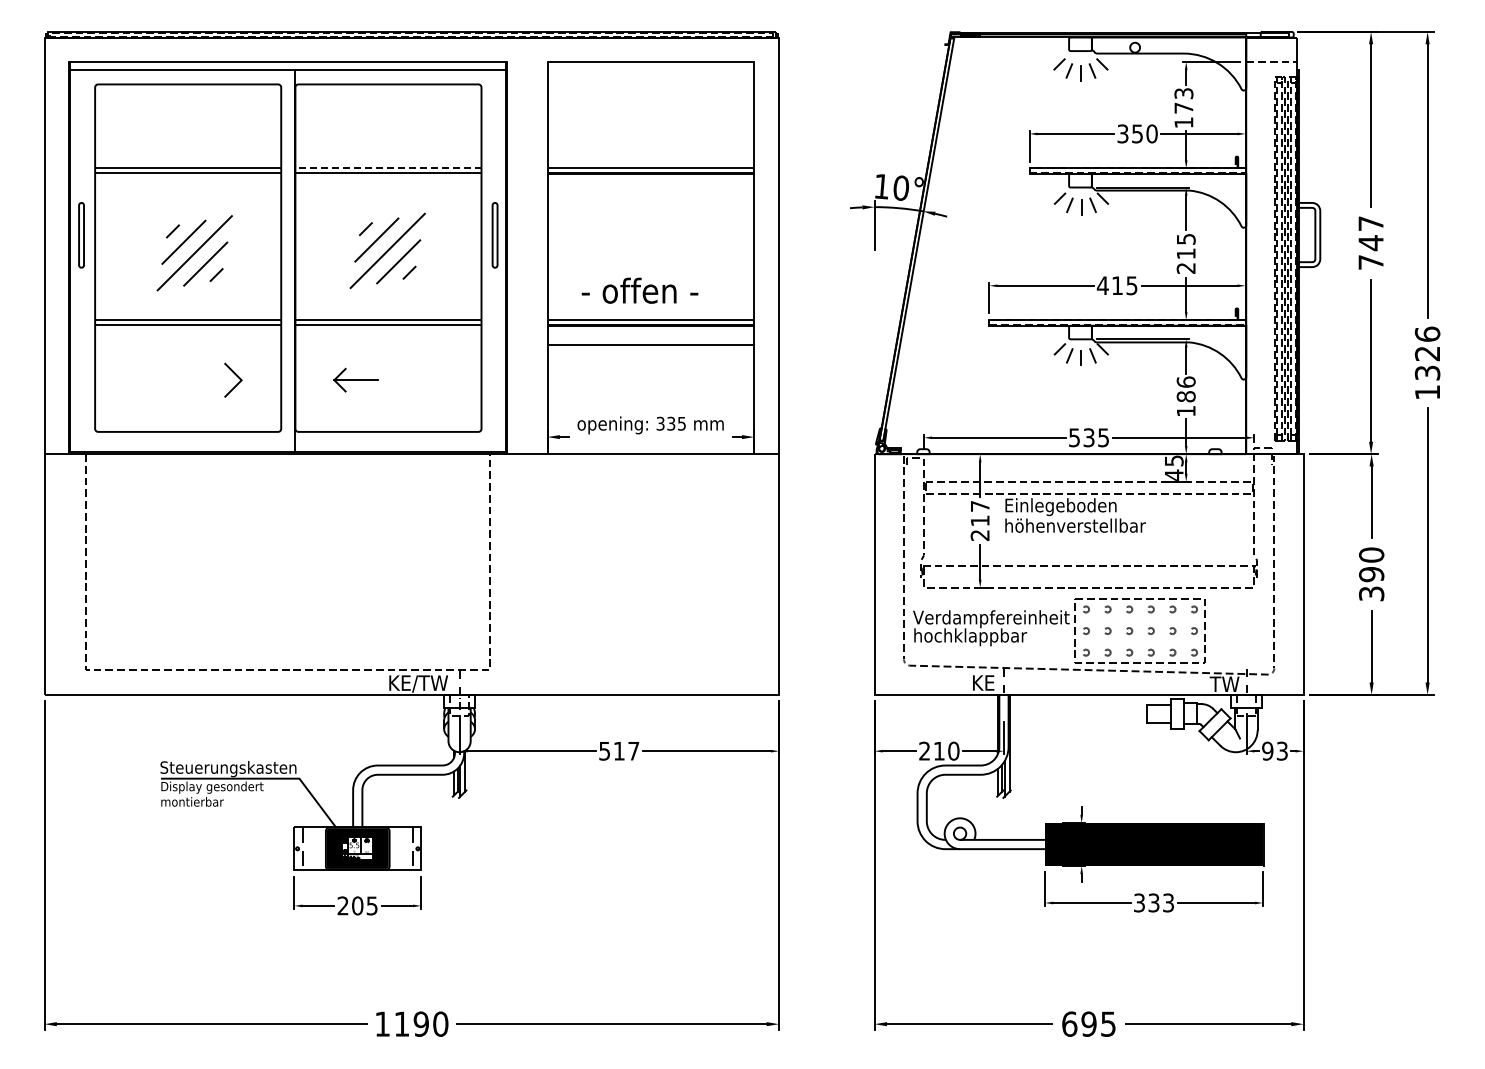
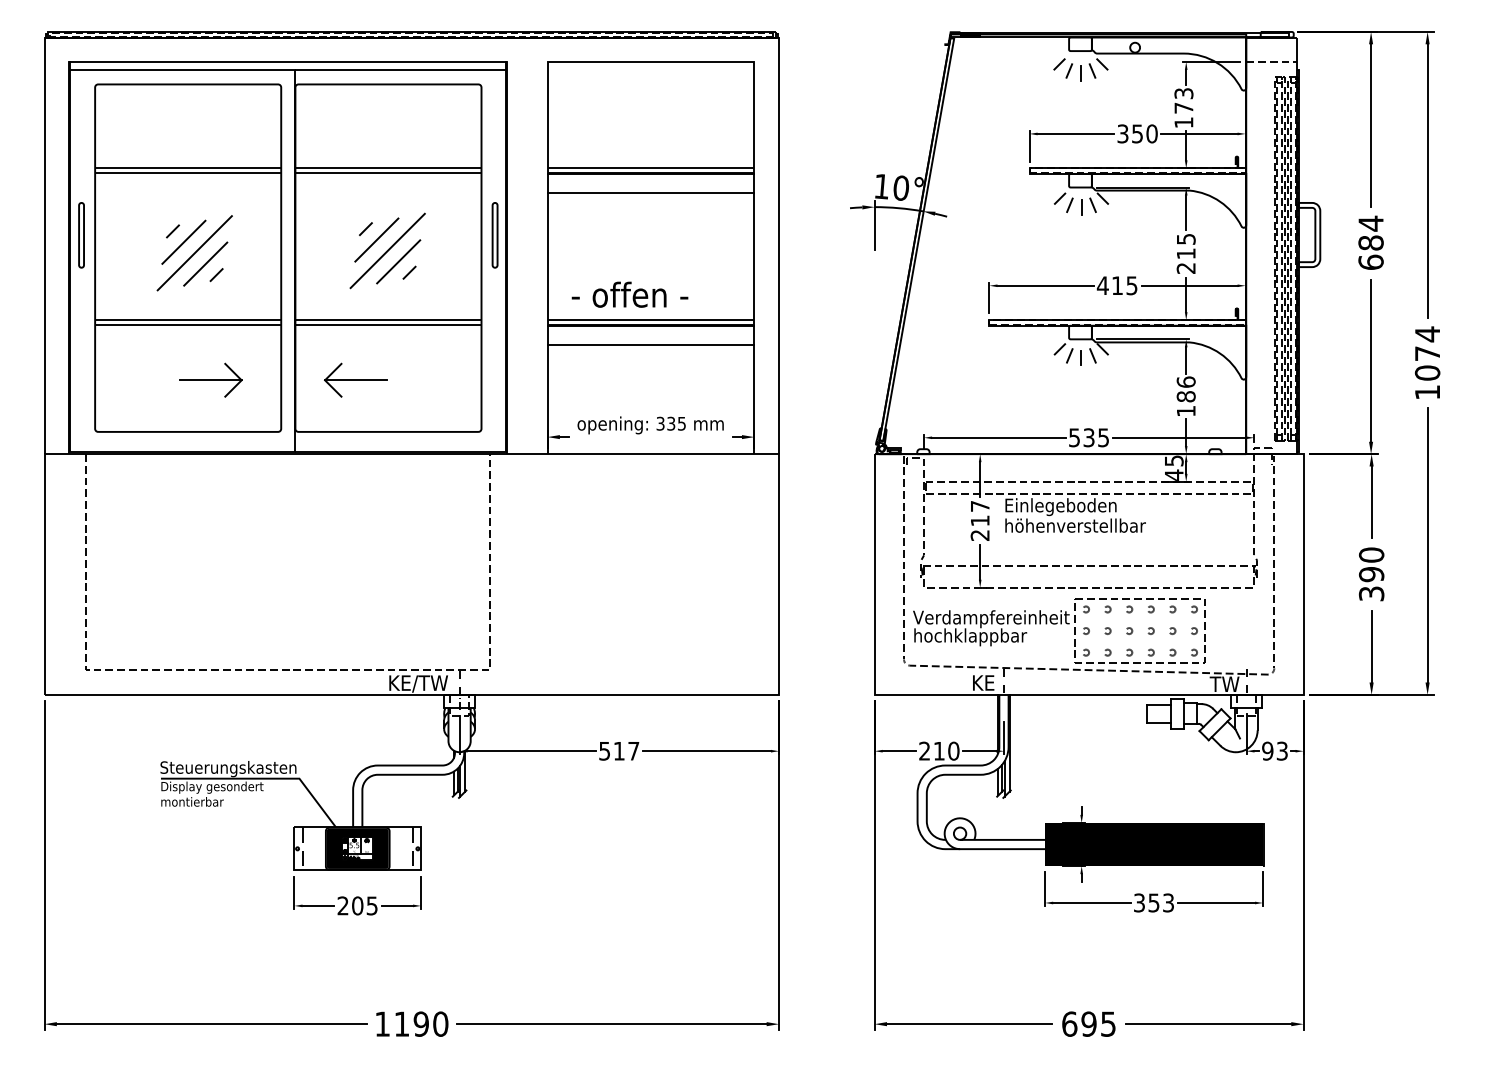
line at (387, 168): dashed -> solid
line at (650, 193): none -> present
text at (1370, 242): 747 -> 684
text at (639, 290) position: (639, 290) -> (629, 294)
text at (1427, 353): 1326 -> 1074
part at (355, 379) size: 46x26 px -> 64x36 px
line at (210, 380): none -> present
text at (1154, 902): 333 -> 353
